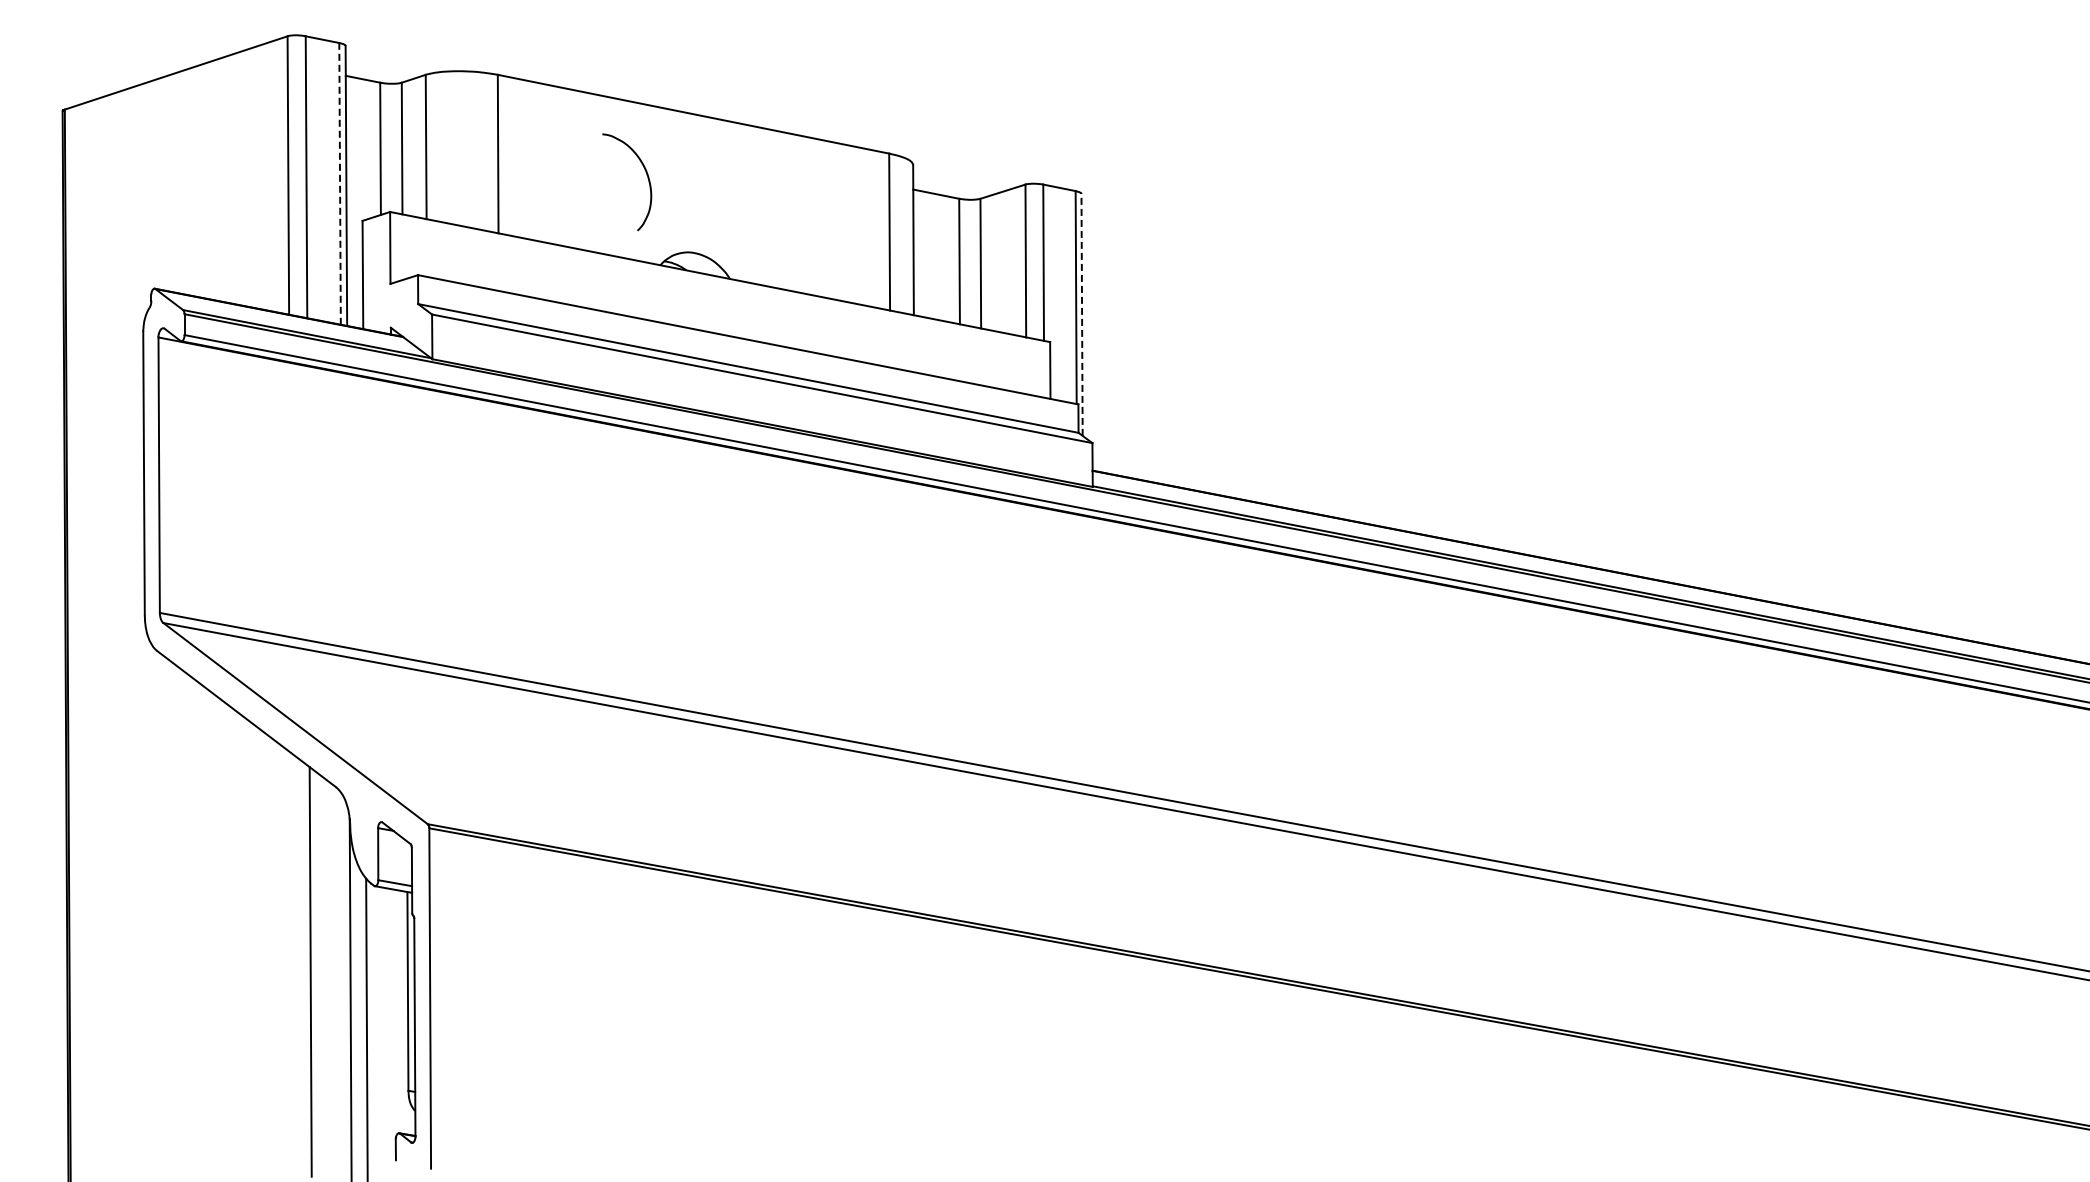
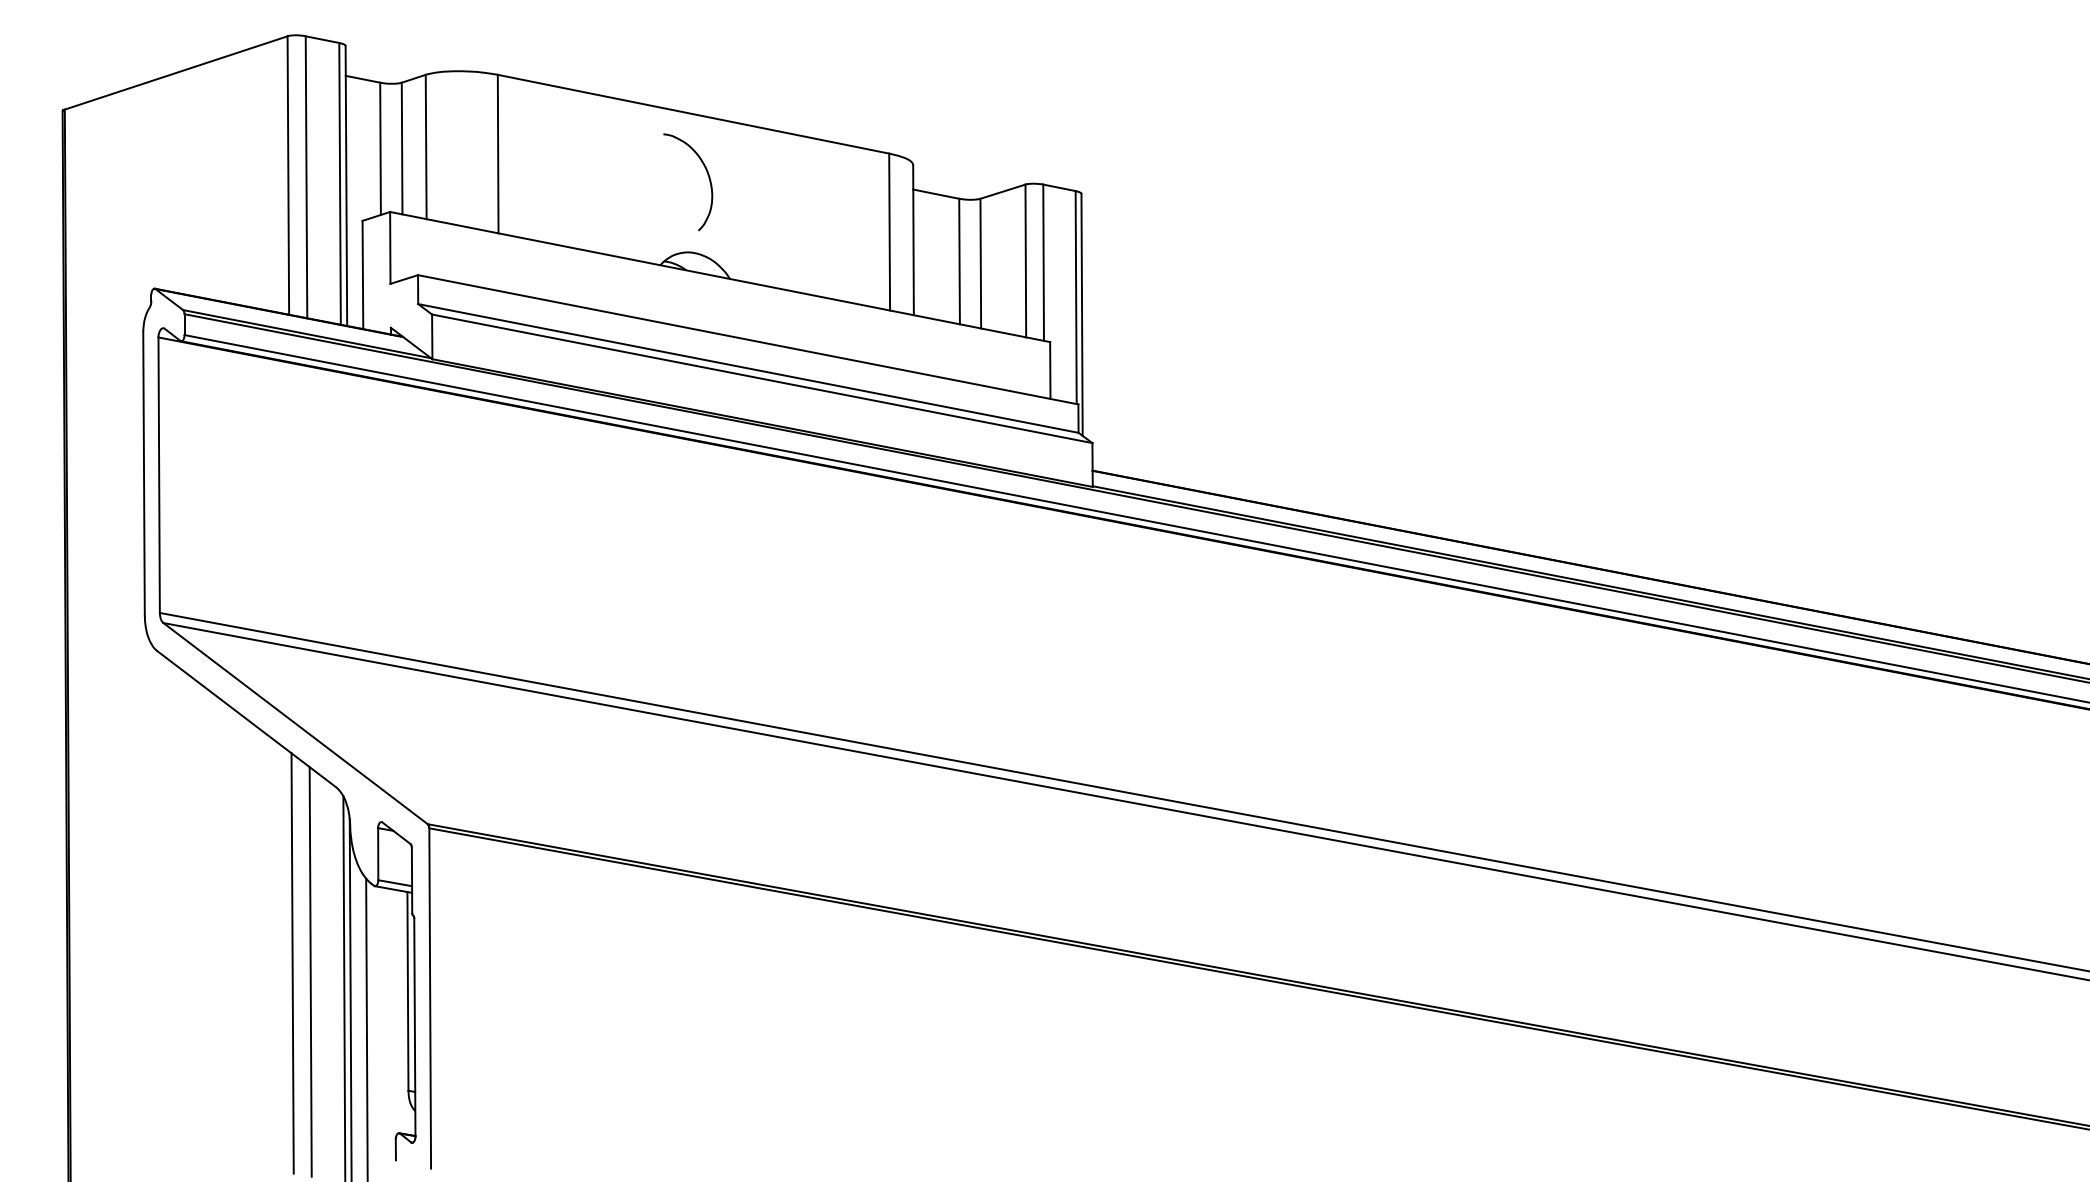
curve at (646, 175) position: (646, 175) -> (707, 175)
line at (340, 183): dashed -> solid
line at (1082, 314): dashed -> solid
line at (292, 963): none -> present
line at (344, 987): none -> present
